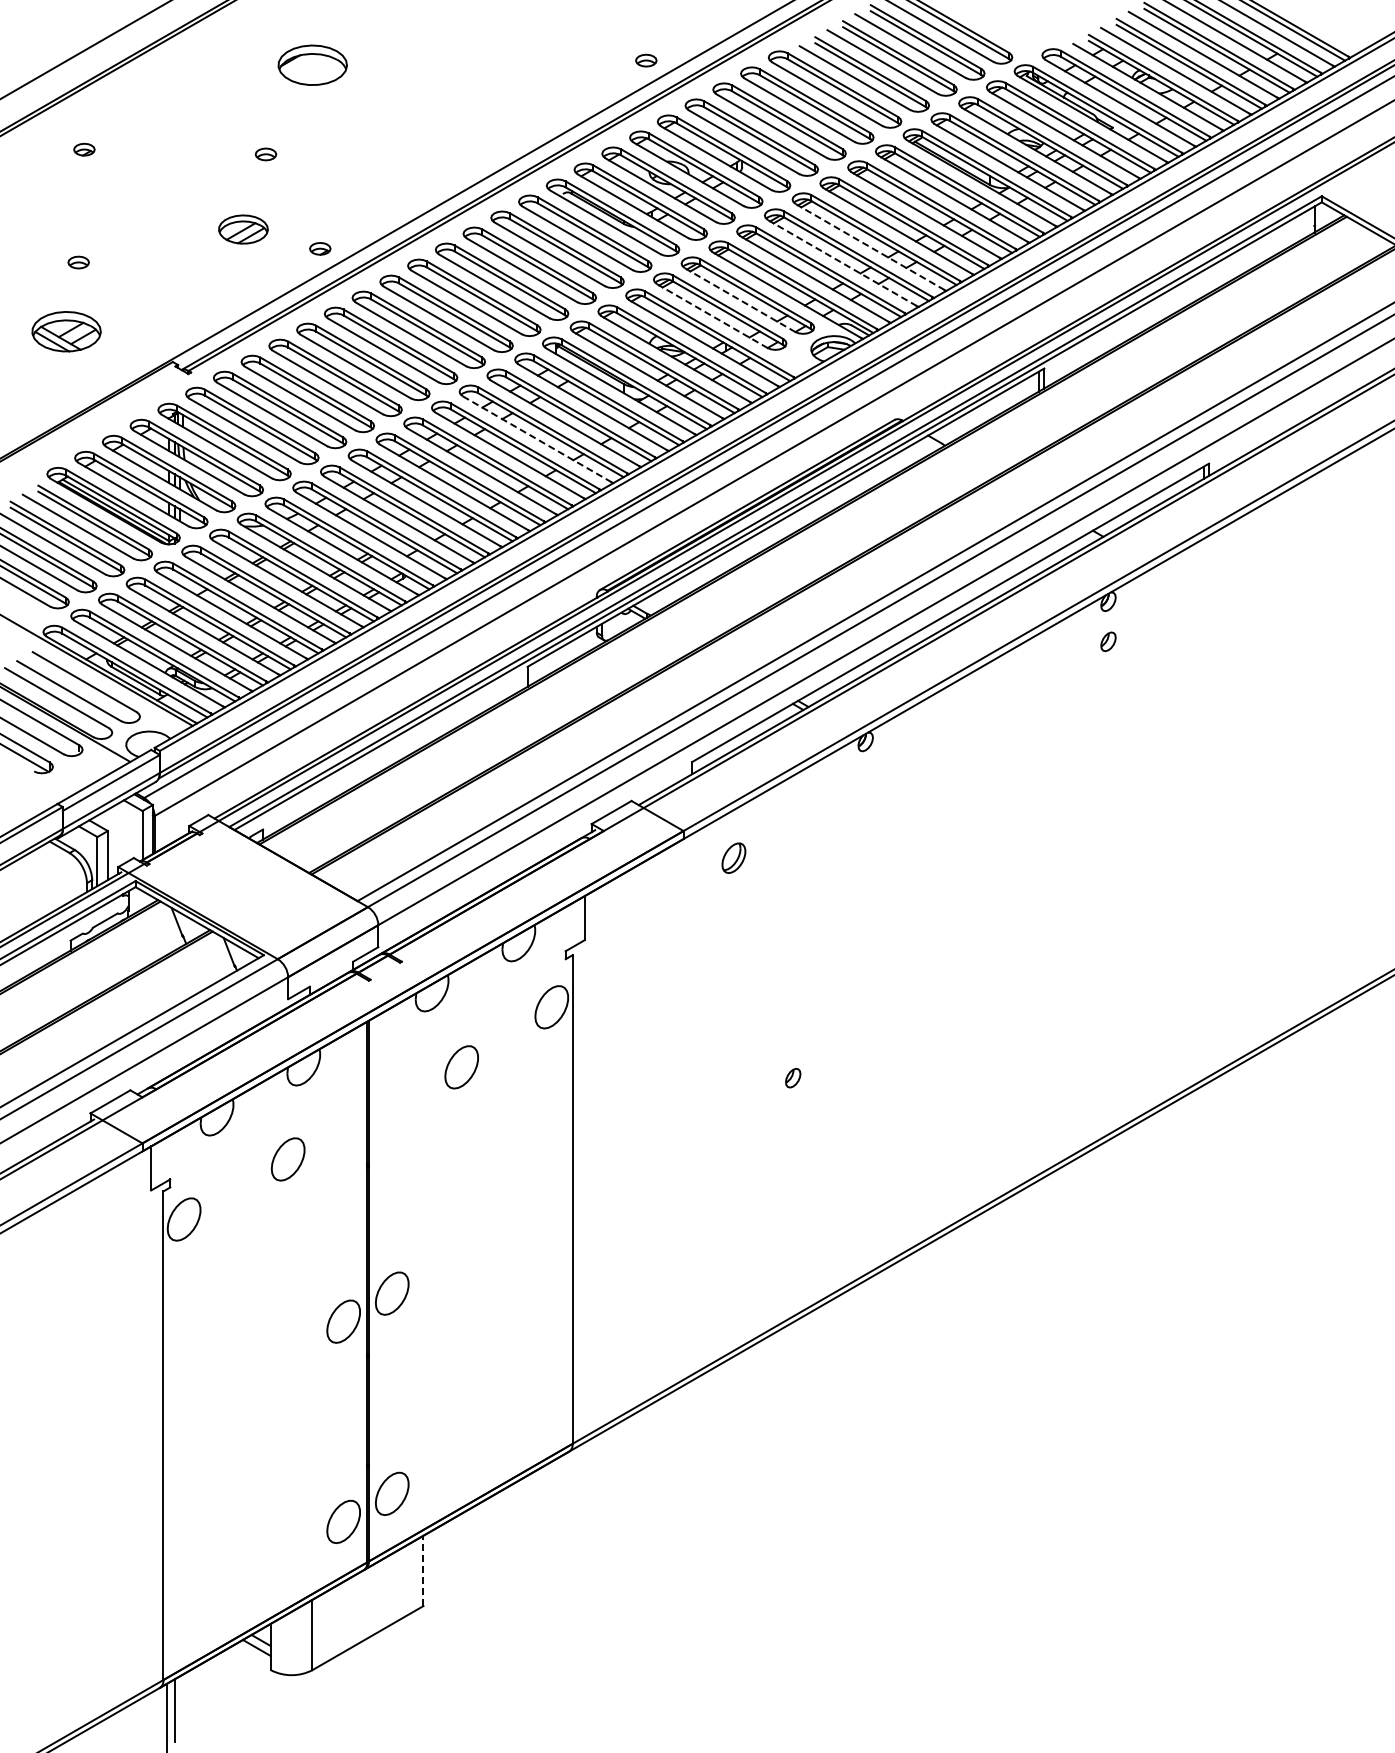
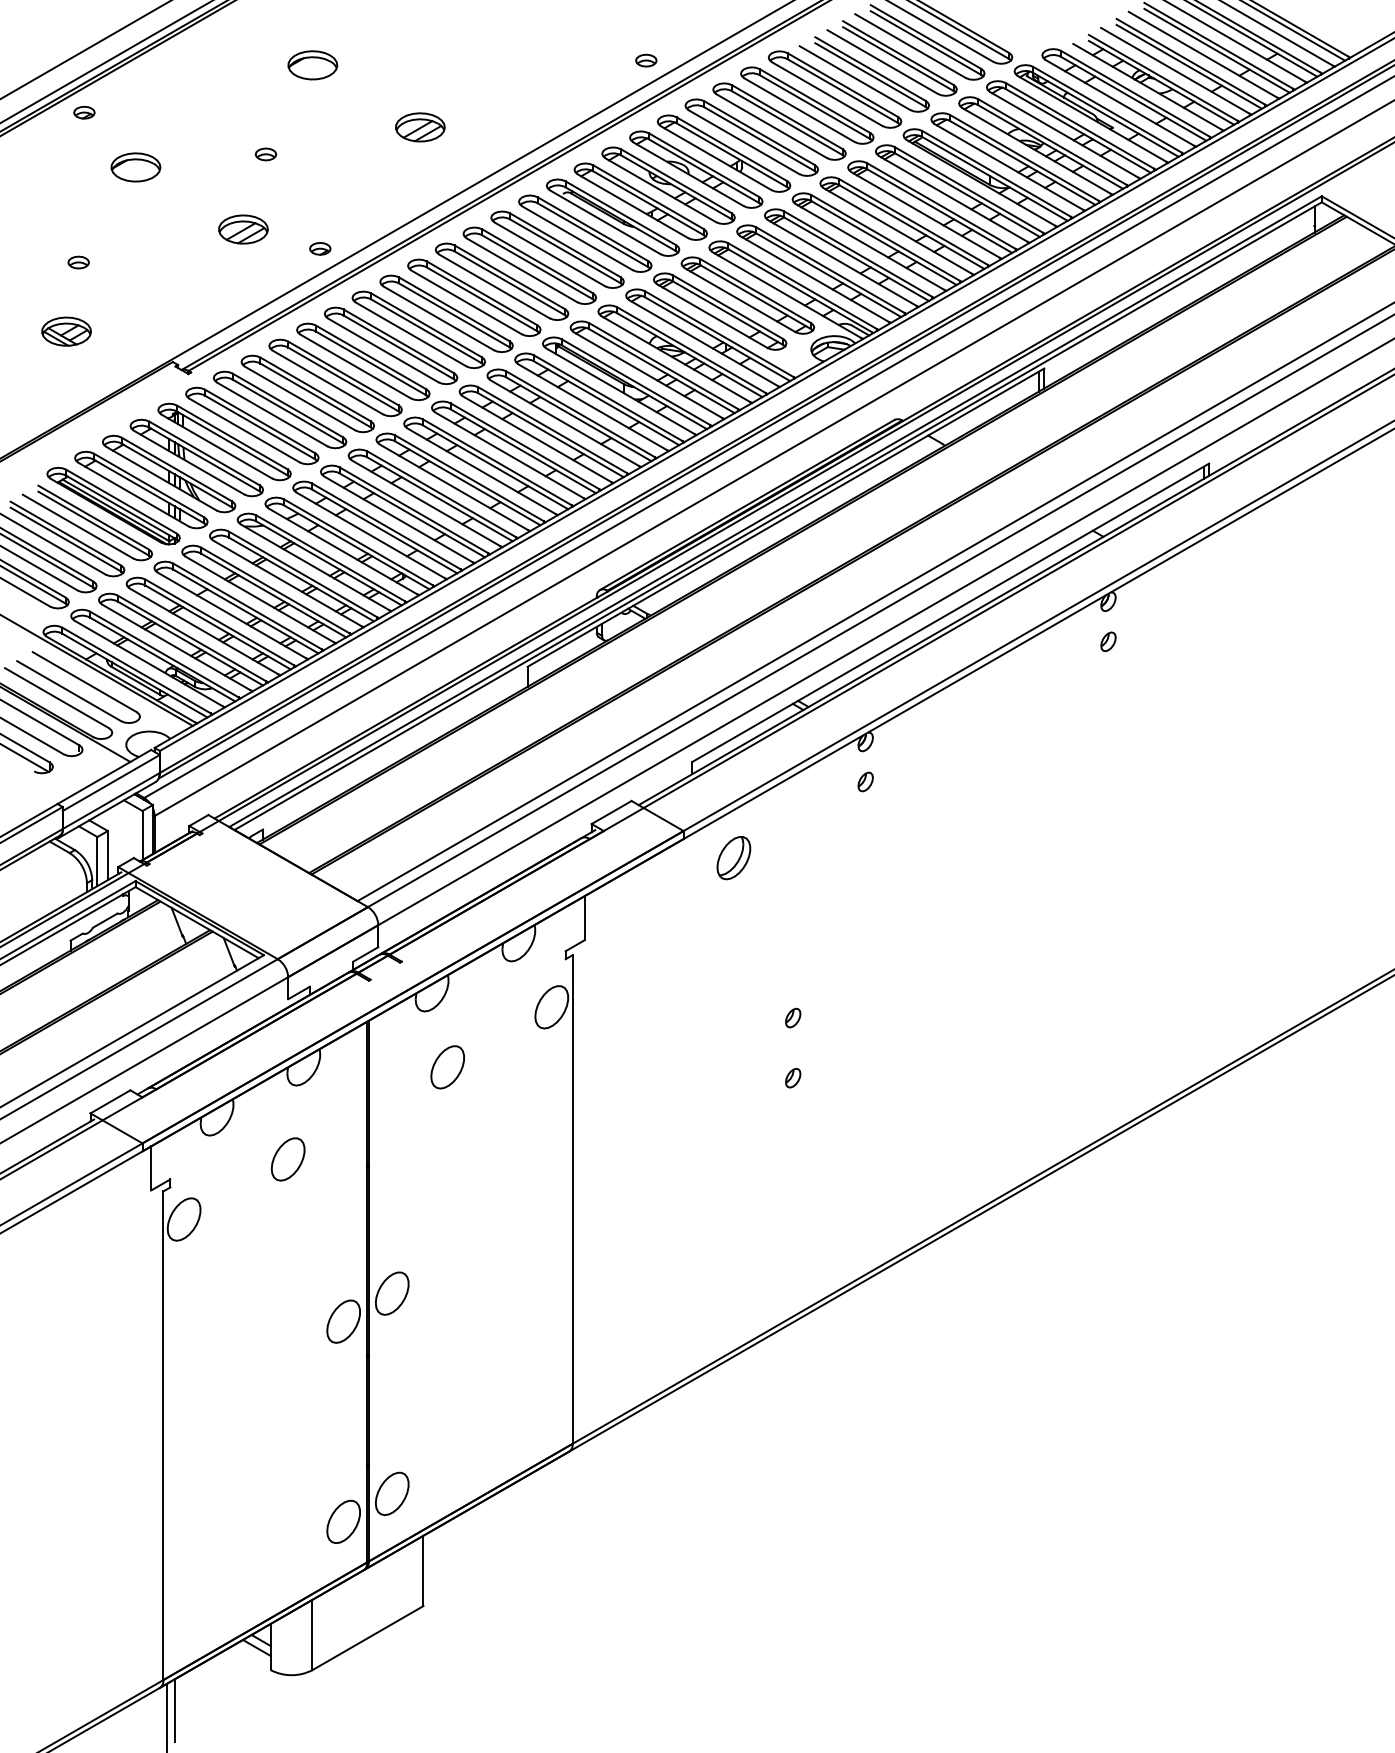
line at (105, 61): none -> present
part at (312, 64) size: 71x42 px -> 52x31 px
part at (420, 127): none -> present
part at (84, 149) position: (84, 149) -> (84, 112)
part at (135, 167): none -> present
line at (870, 247): dashed -> solid
line at (842, 263): dashed -> solid
line at (740, 300): dashed -> solid
line at (712, 316): dashed -> solid
part at (66, 331) size: 71x42 px -> 51x31 px
line at (537, 439): dashed -> solid
part at (865, 781): none -> present
part at (733, 857) size: 26x32 px -> 36x45 px
part at (793, 1017): none -> present
part at (461, 1067) position: (461, 1067) -> (447, 1067)
line at (423, 1570): dashed -> solid
